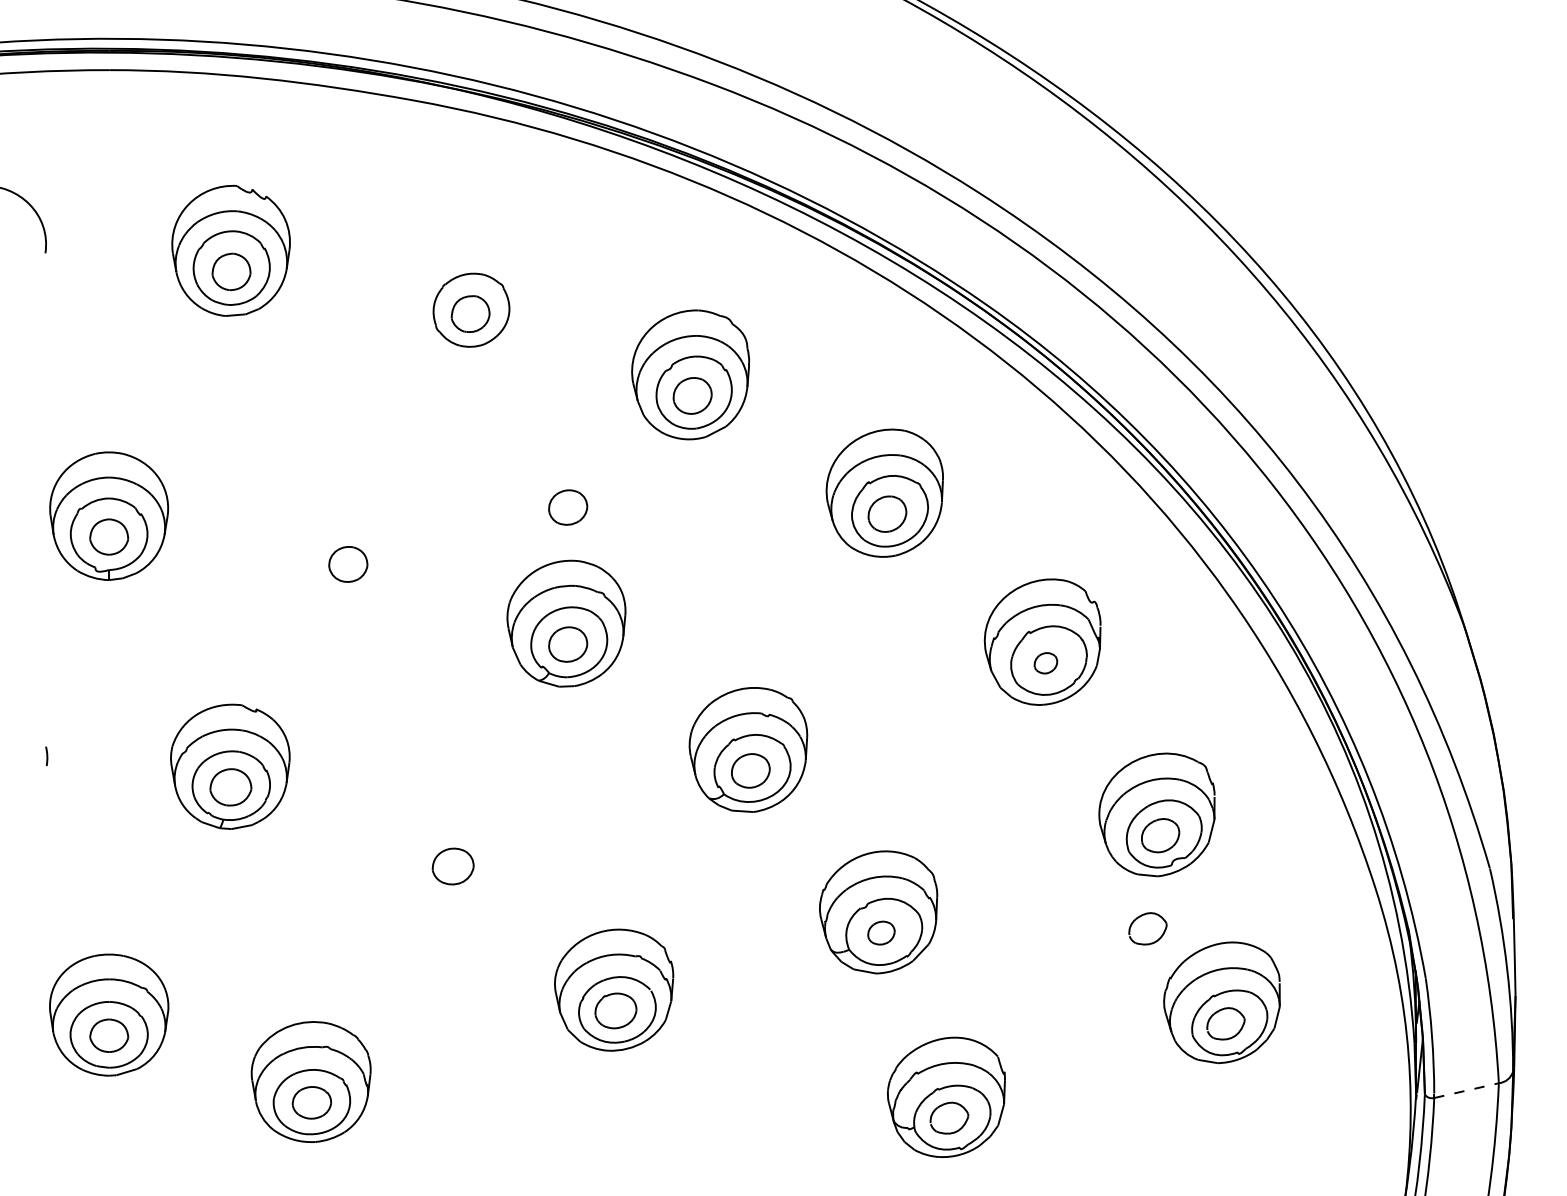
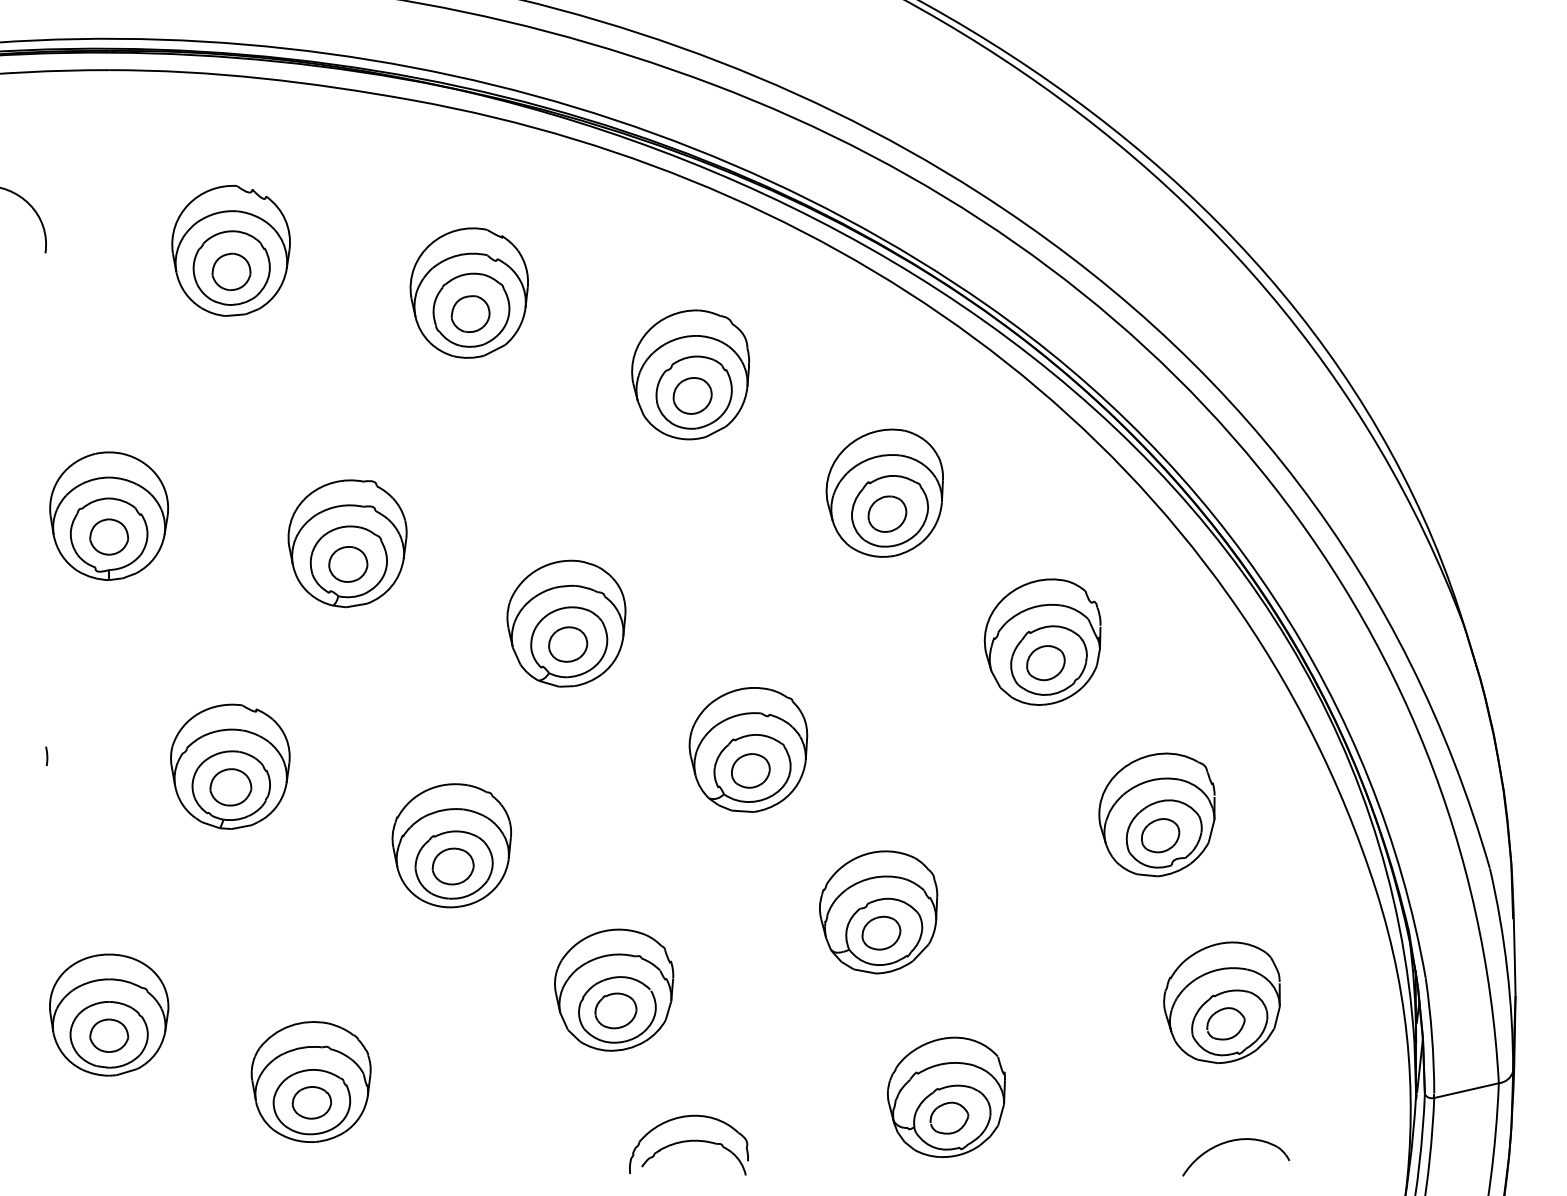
part at (468, 292): none -> present
part at (568, 507): present -> none
part at (347, 543): none -> present
part at (1045, 663) size: 26x23 px -> 40x37 px
part at (451, 845): none -> present
part at (1142, 916): present -> none
part at (881, 932) size: 29x26 px -> 41x36 px
line at (1467, 1090): dashed -> solid
part at (1234, 1141): none -> present
part at (688, 1144): none -> present
